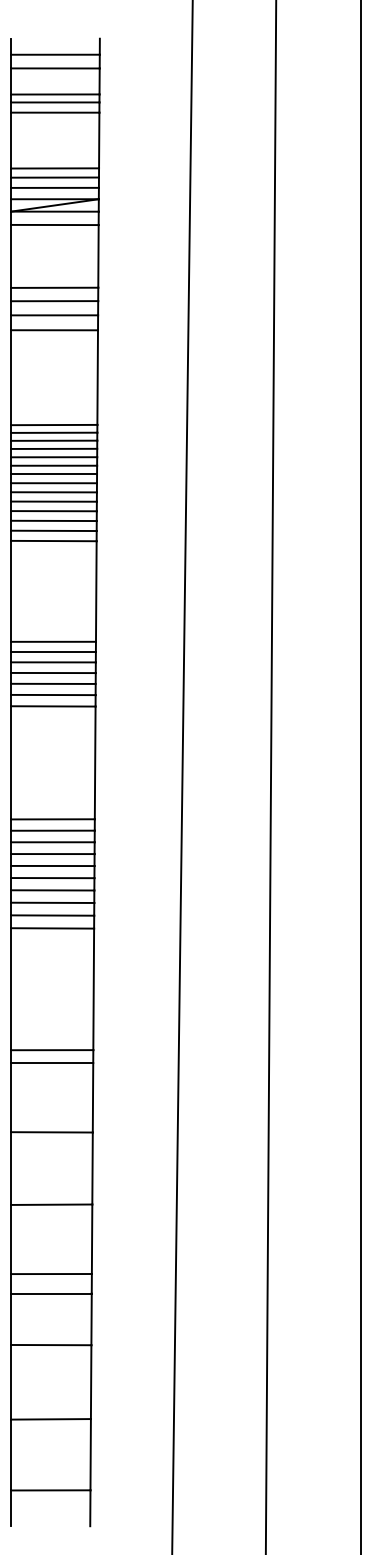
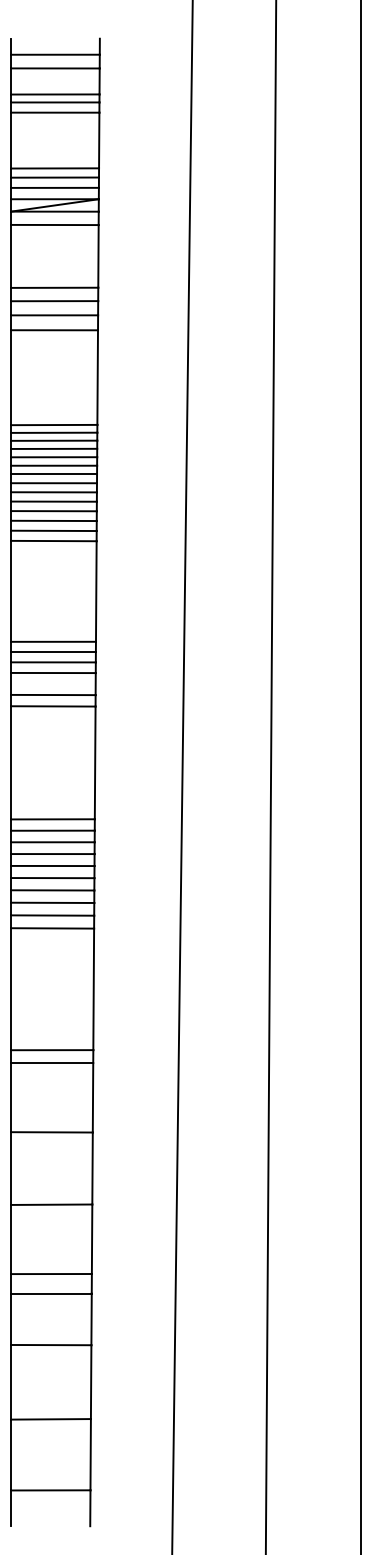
line at (53, 683): present -> none
